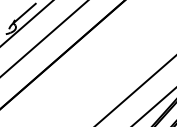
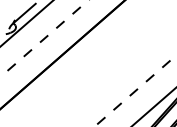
line at (44, 38): solid -> dashed
line at (135, 90): solid -> dashed
